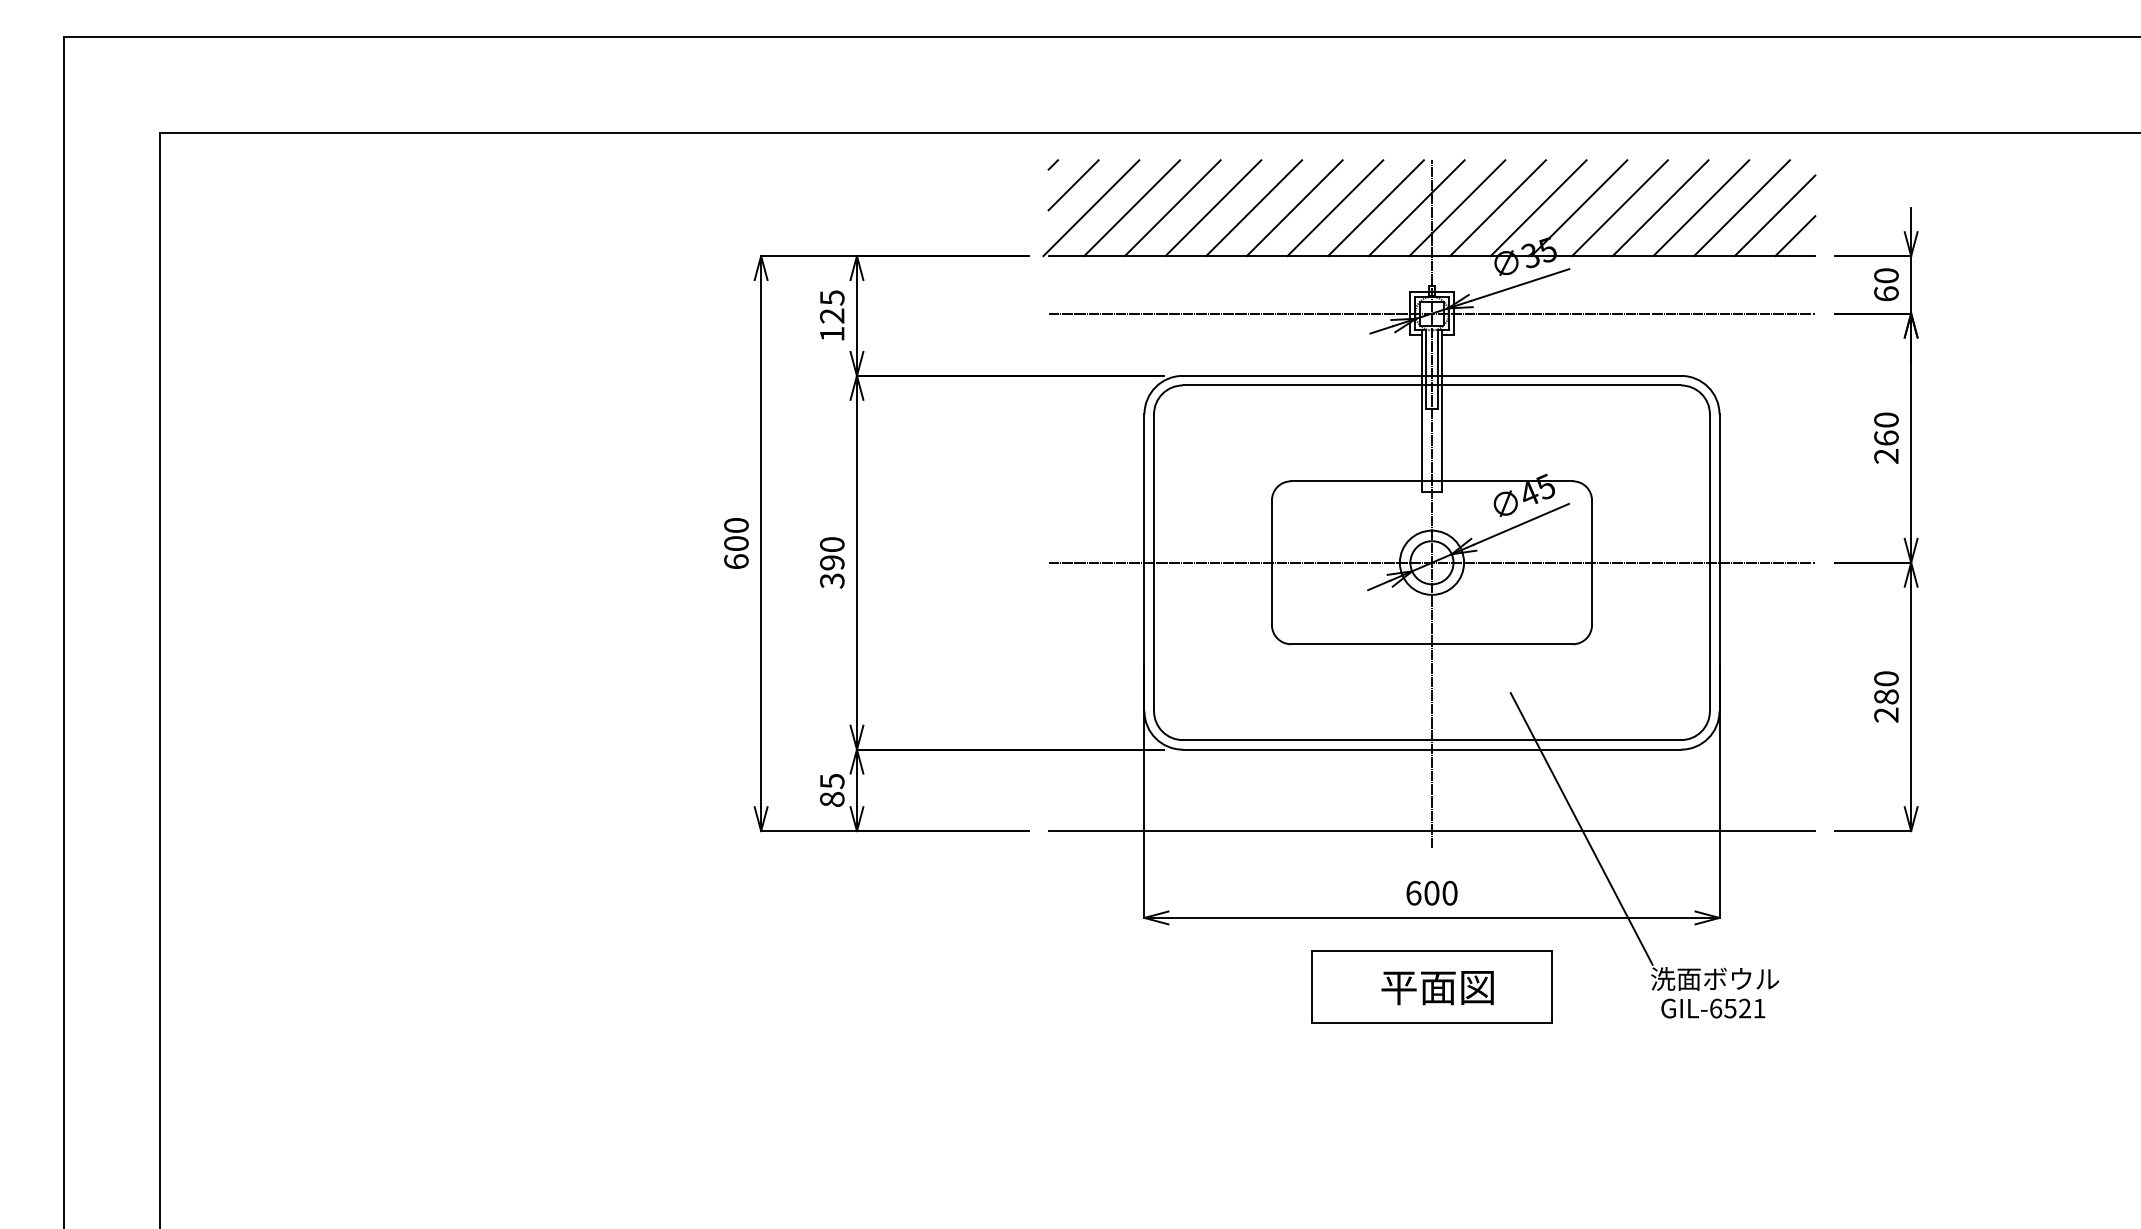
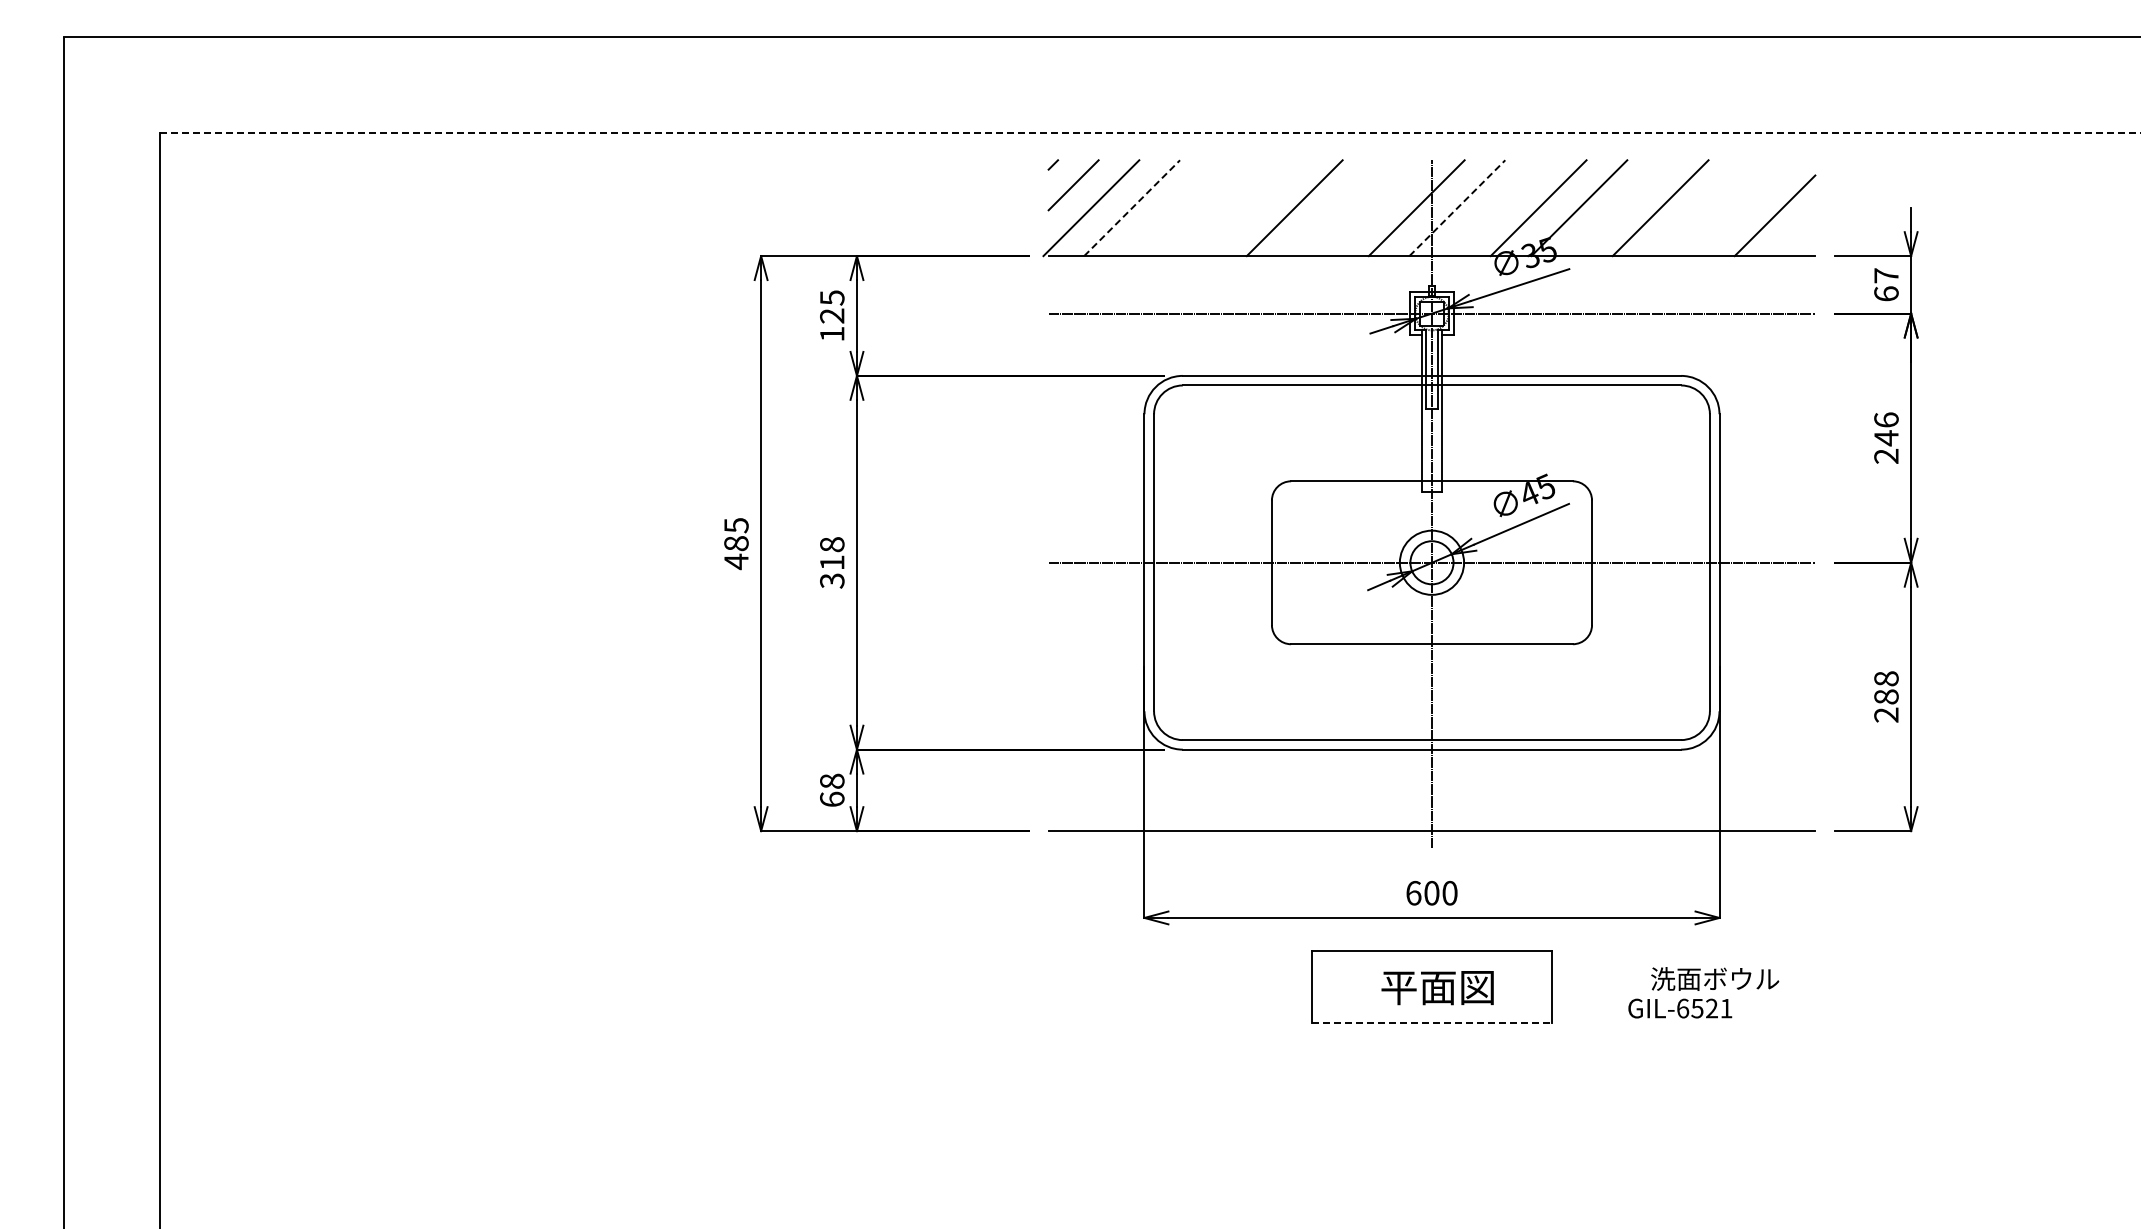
line at (1150, 132): solid -> dashed
line at (1132, 208): solid -> dashed
line at (1172, 208): present -> none
line at (1213, 208): present -> none
line at (1254, 208): present -> none
line at (1335, 208): present -> none
line at (1375, 208): present -> none
line at (1457, 208): solid -> dashed
line at (1497, 208): present -> none
line at (1619, 208): present -> none
line at (1701, 208): present -> none
line at (1741, 208): present -> none
line at (1795, 236): present -> none
text at (1886, 275): 60 -> 67
text at (1886, 429): 260 -> 246
text at (736, 544): 600 -> 485
text at (832, 553): 390 -> 318
text at (1886, 678): 280 -> 288
text at (832, 789): 85 -> 68
line at (1581, 828): present -> none
text at (1713, 1008) position: (1713, 1008) -> (1680, 1008)
line at (1431, 1022): solid -> dashed
